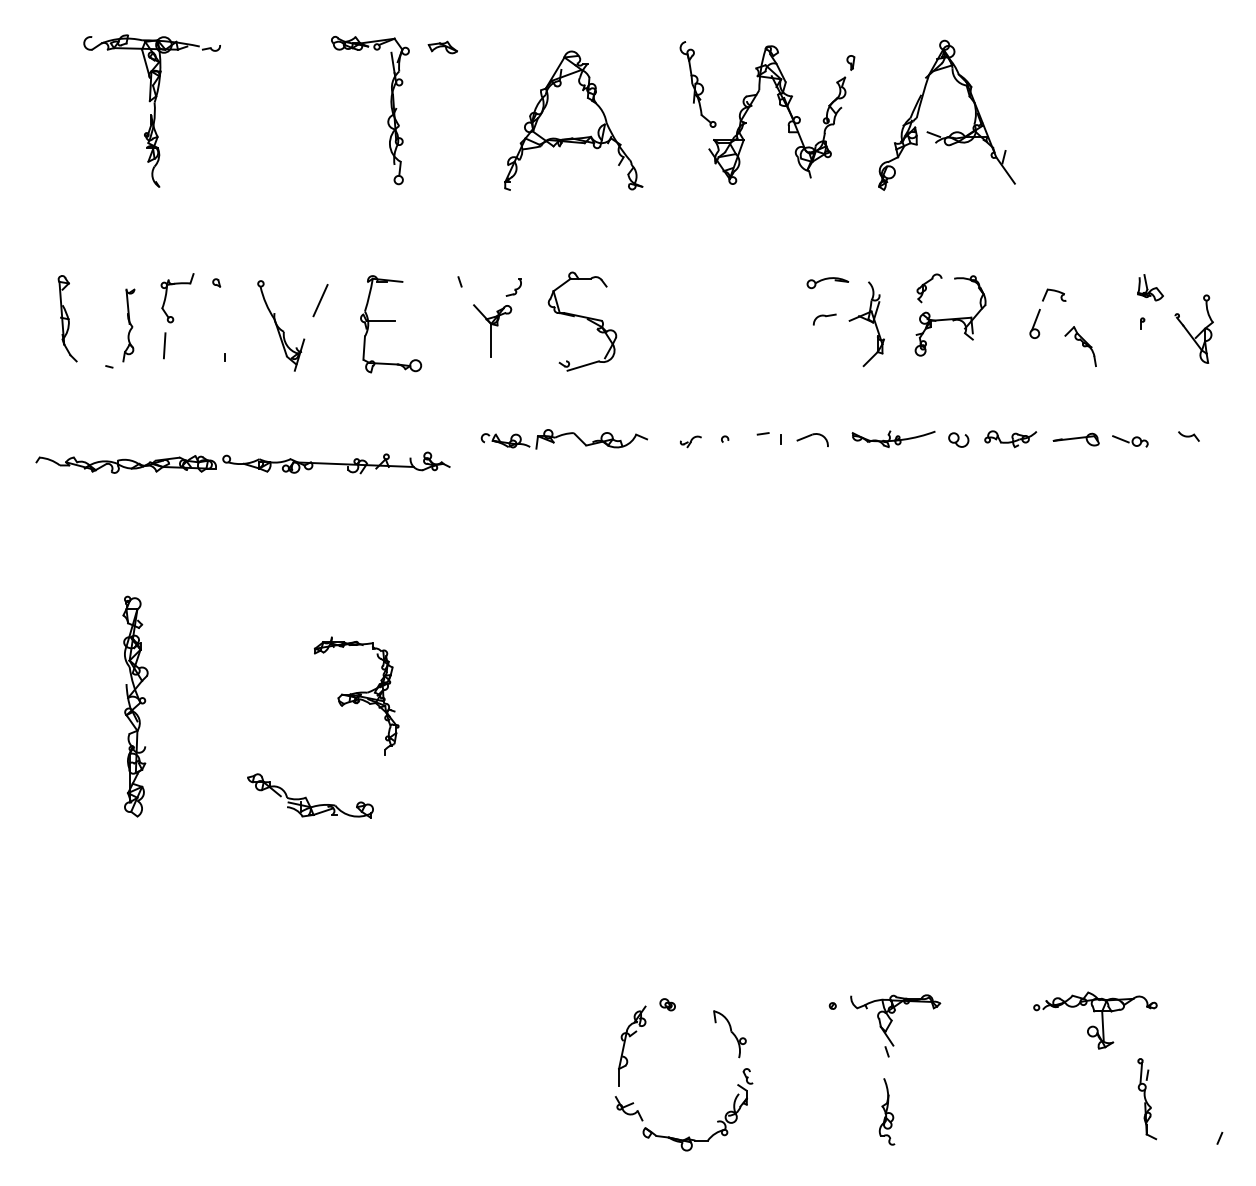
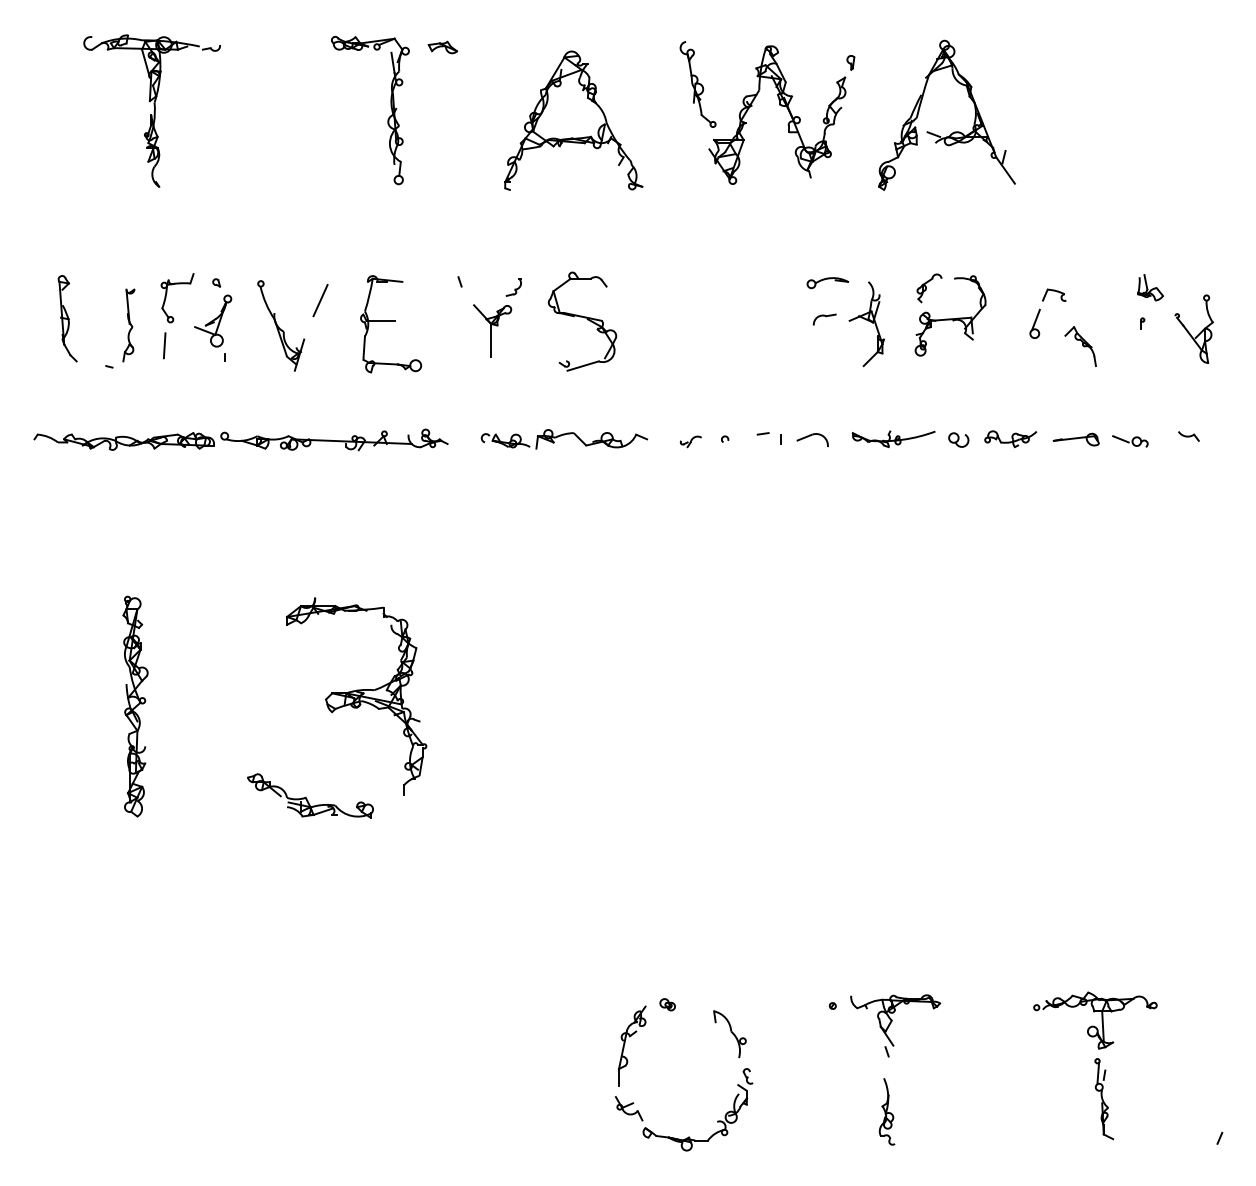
part at (213, 320): none -> present
part at (242, 462) position: (242, 462) -> (240, 439)
part at (356, 695) size: 87x120 px -> 142x199 px
part at (1147, 1099) position: (1147, 1099) -> (1104, 1099)
